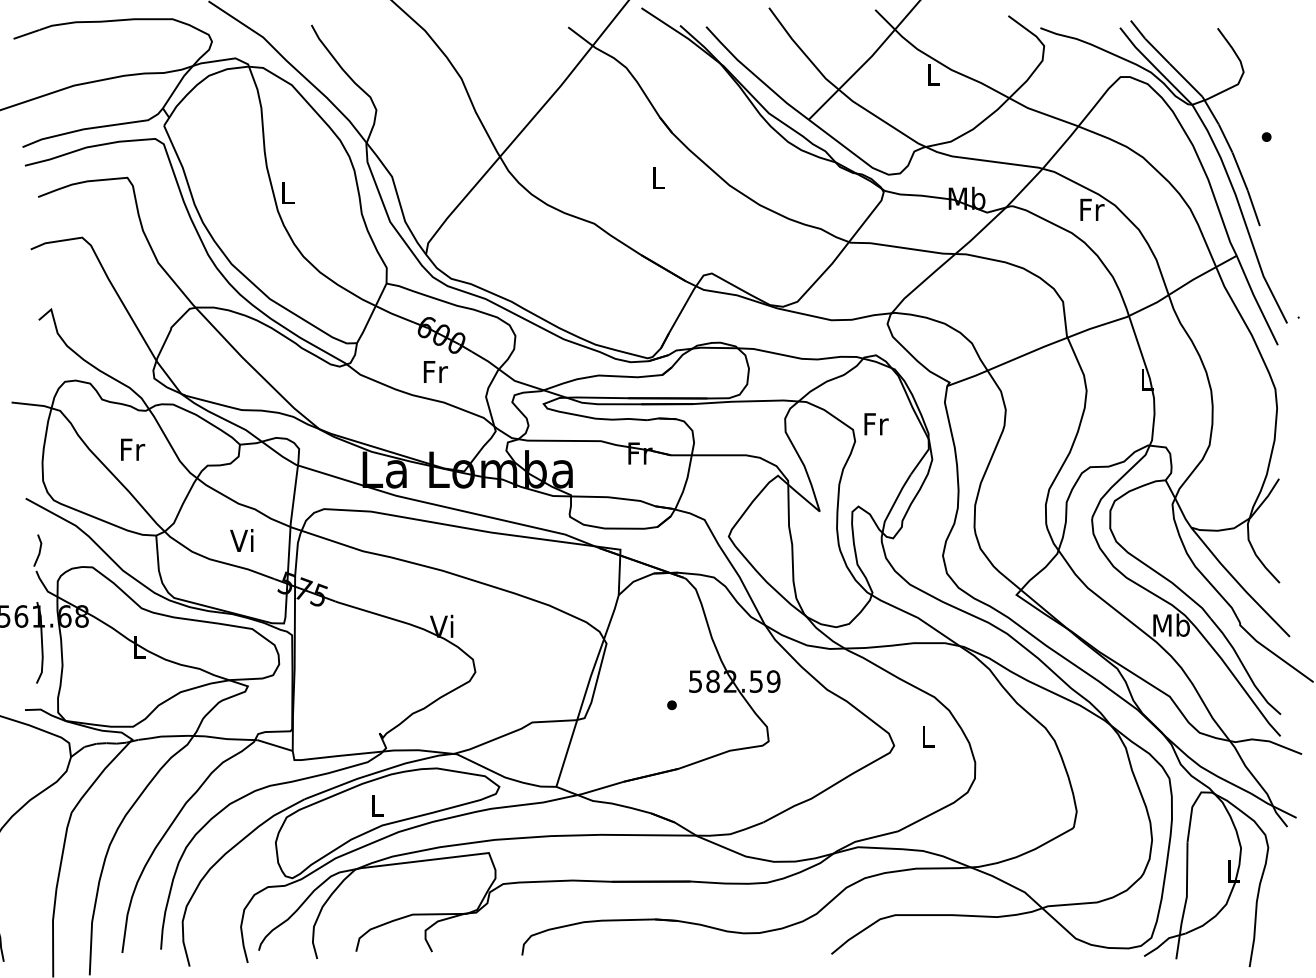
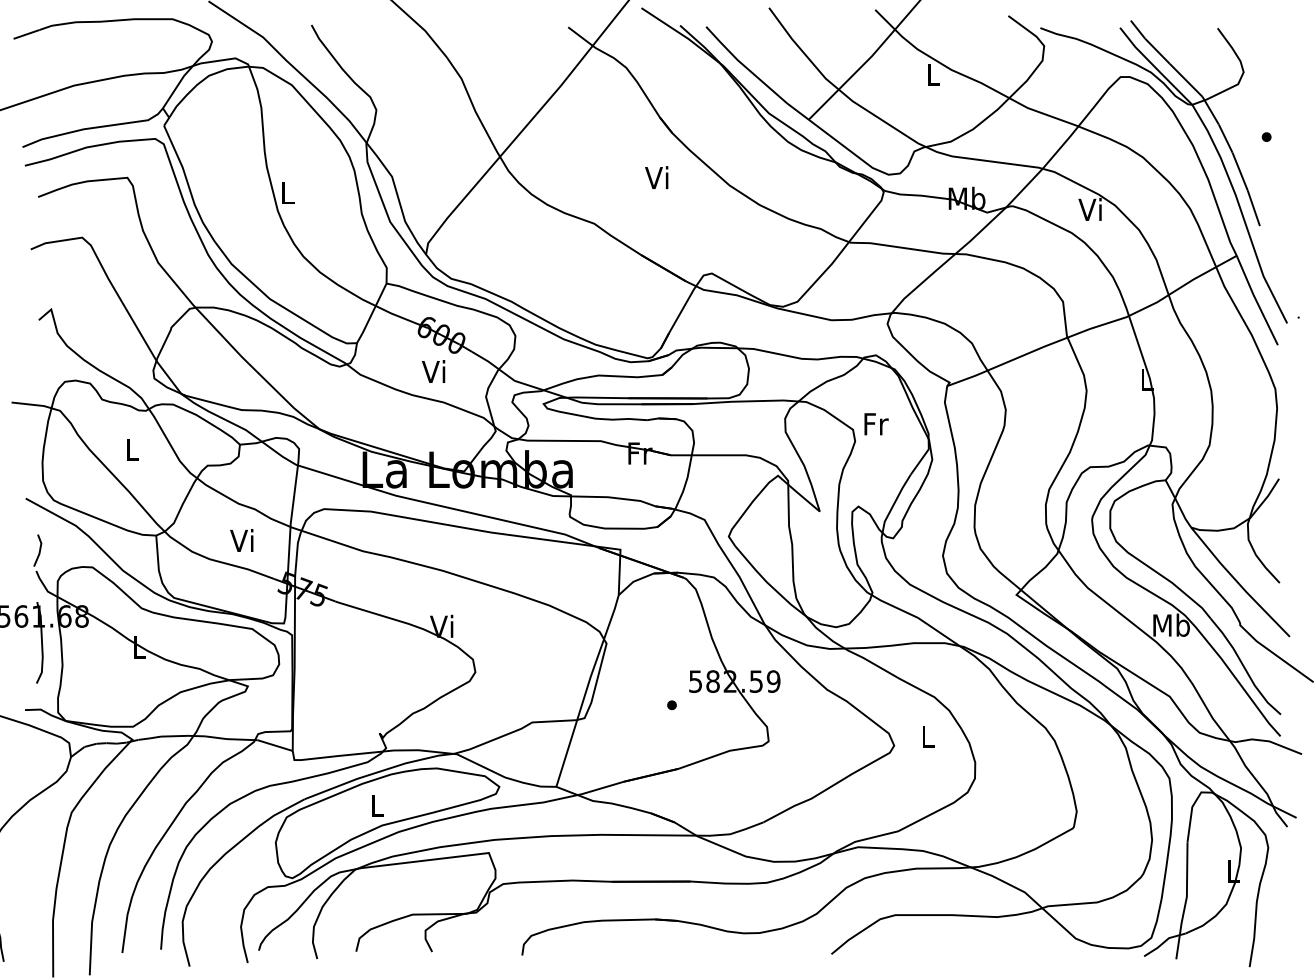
text at (656, 177): L -> Vi
text at (1091, 209): Fr -> Vi
text at (435, 371): Fr -> Vi
text at (133, 449): Fr -> L
